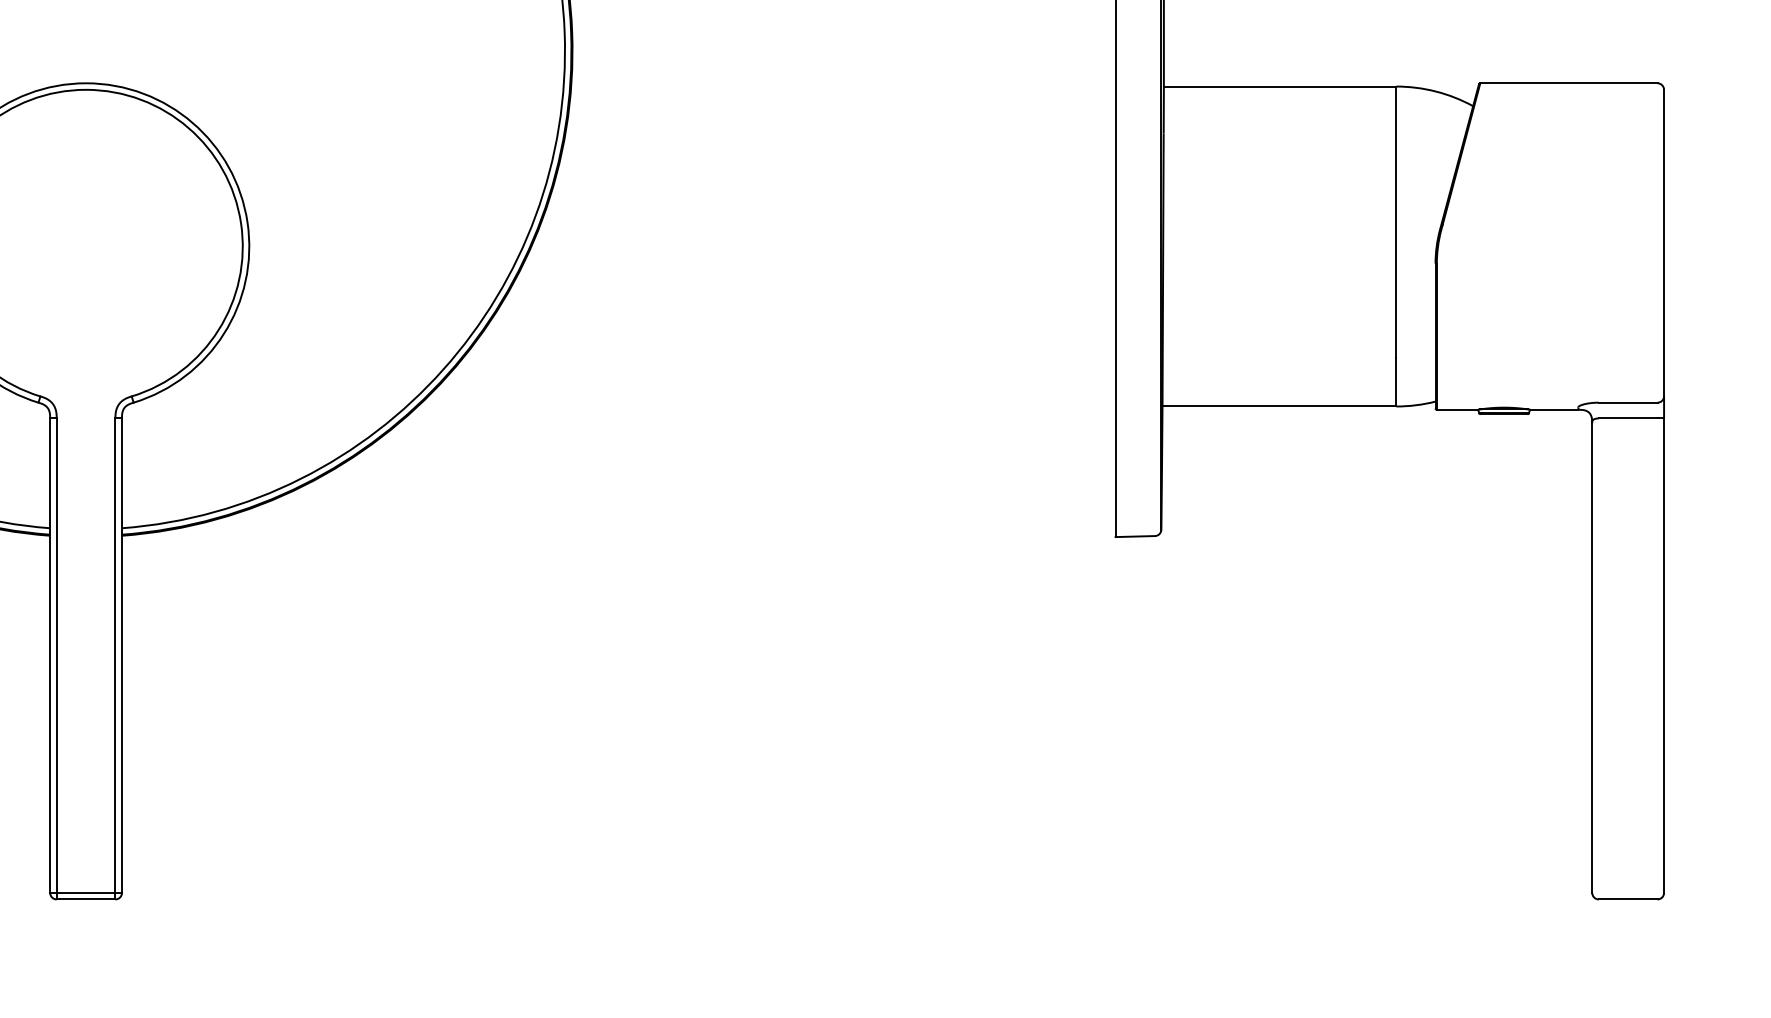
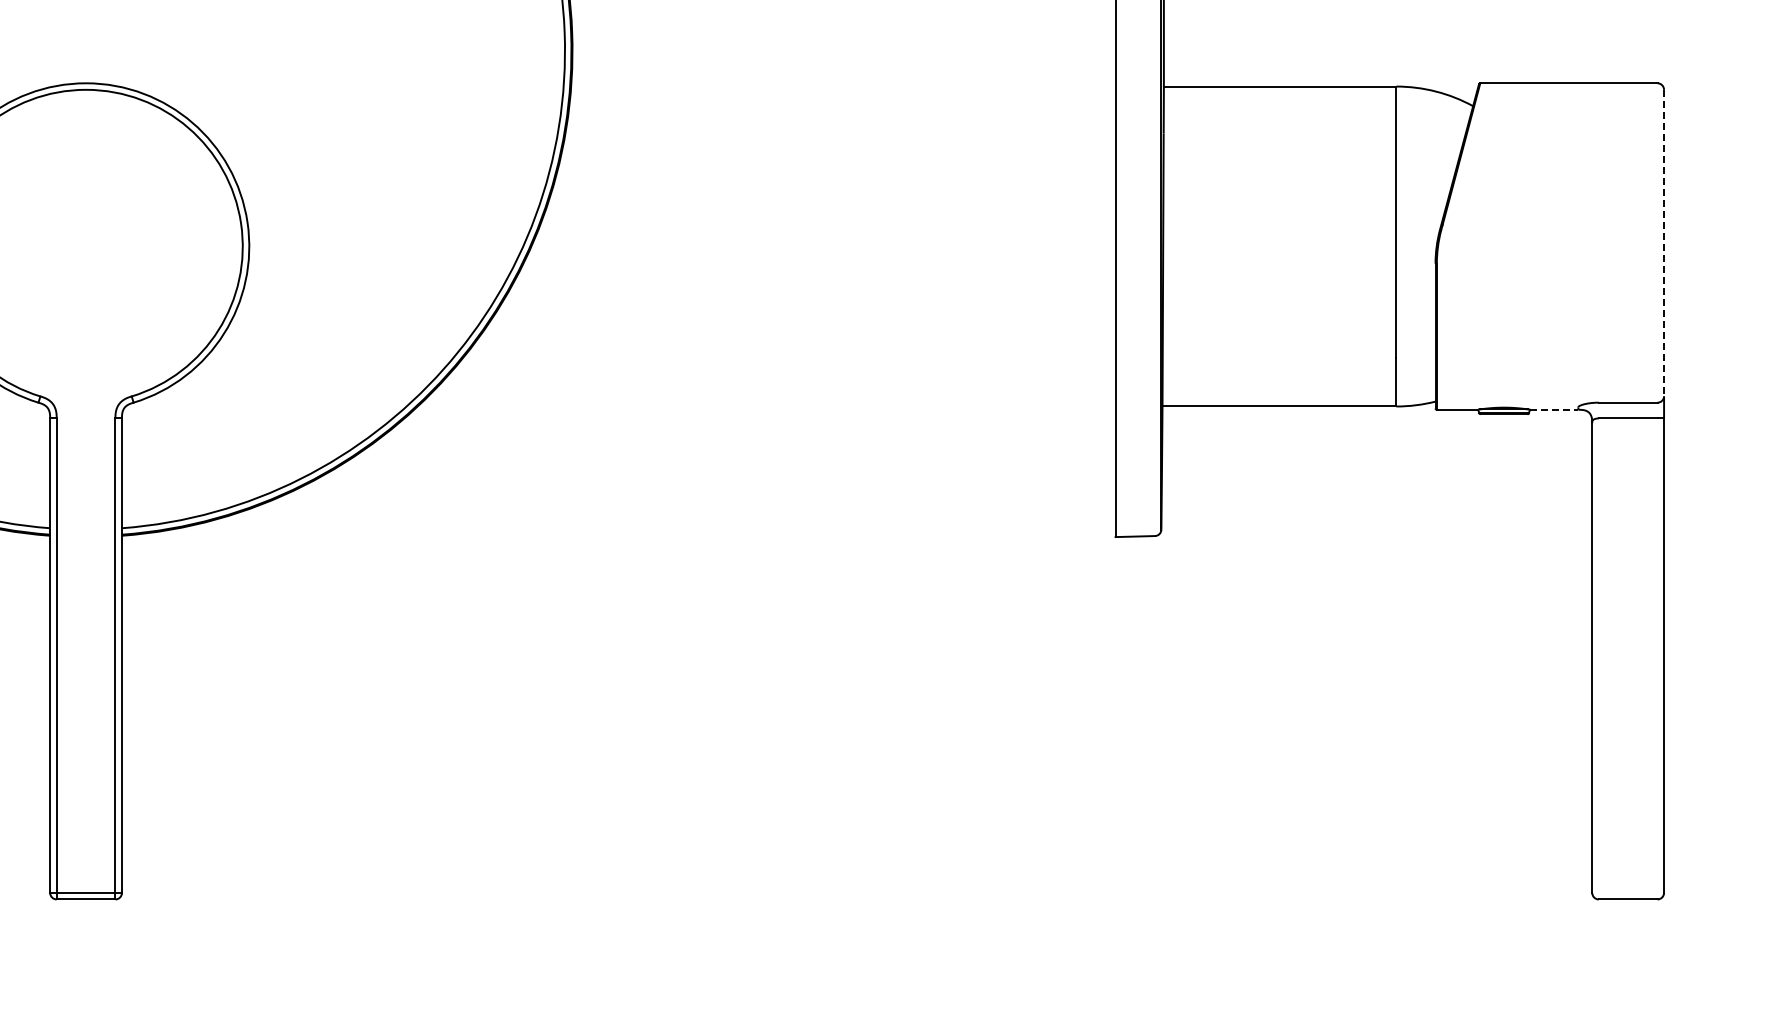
line at (1664, 243): solid -> dashed
line at (1554, 409): solid -> dashed
